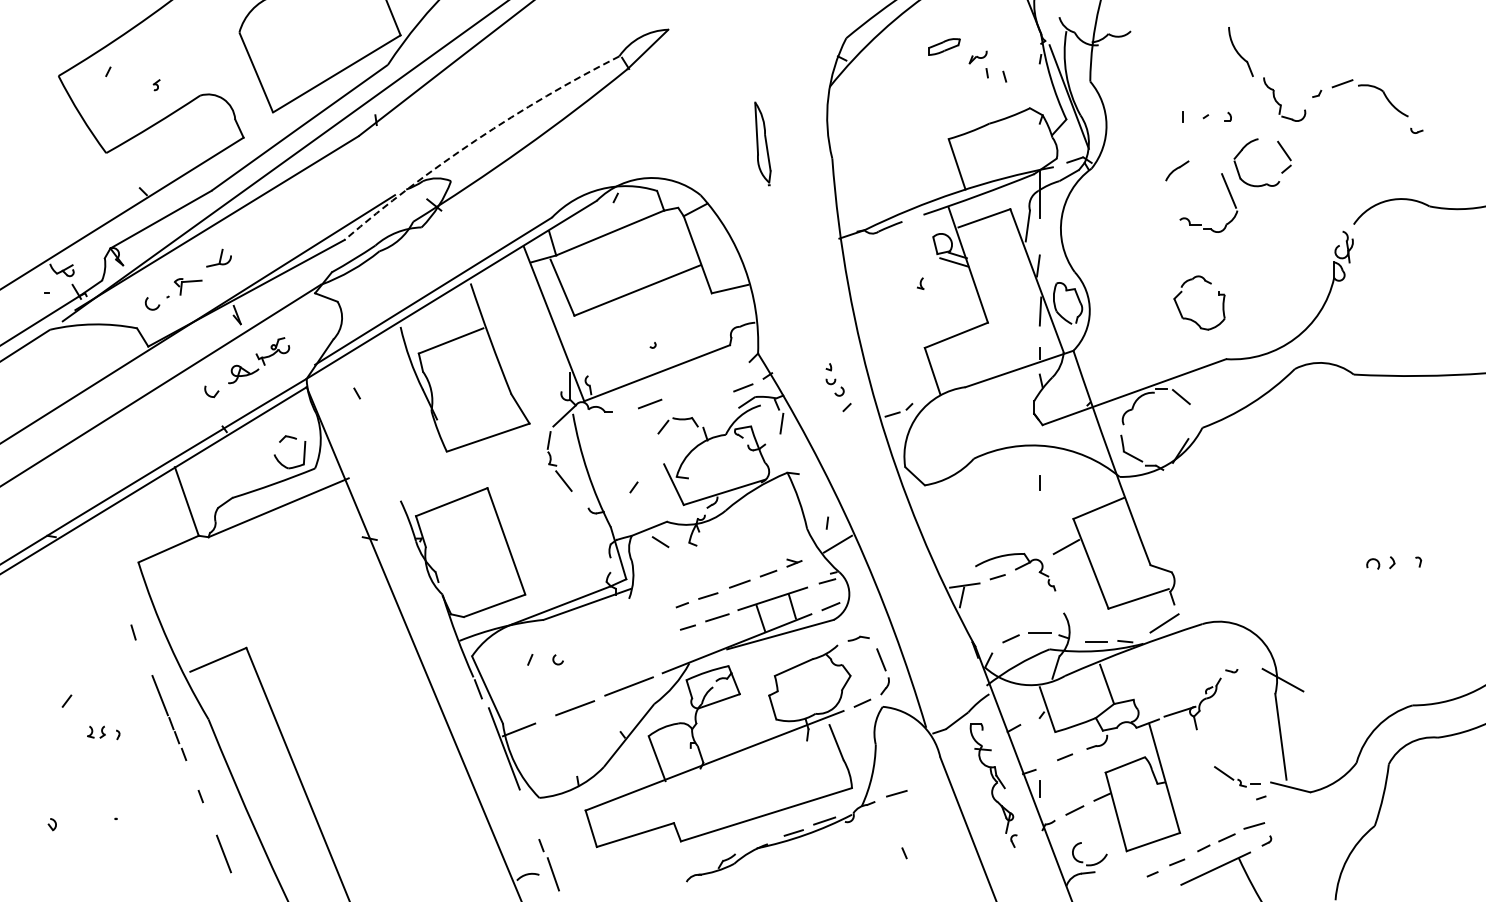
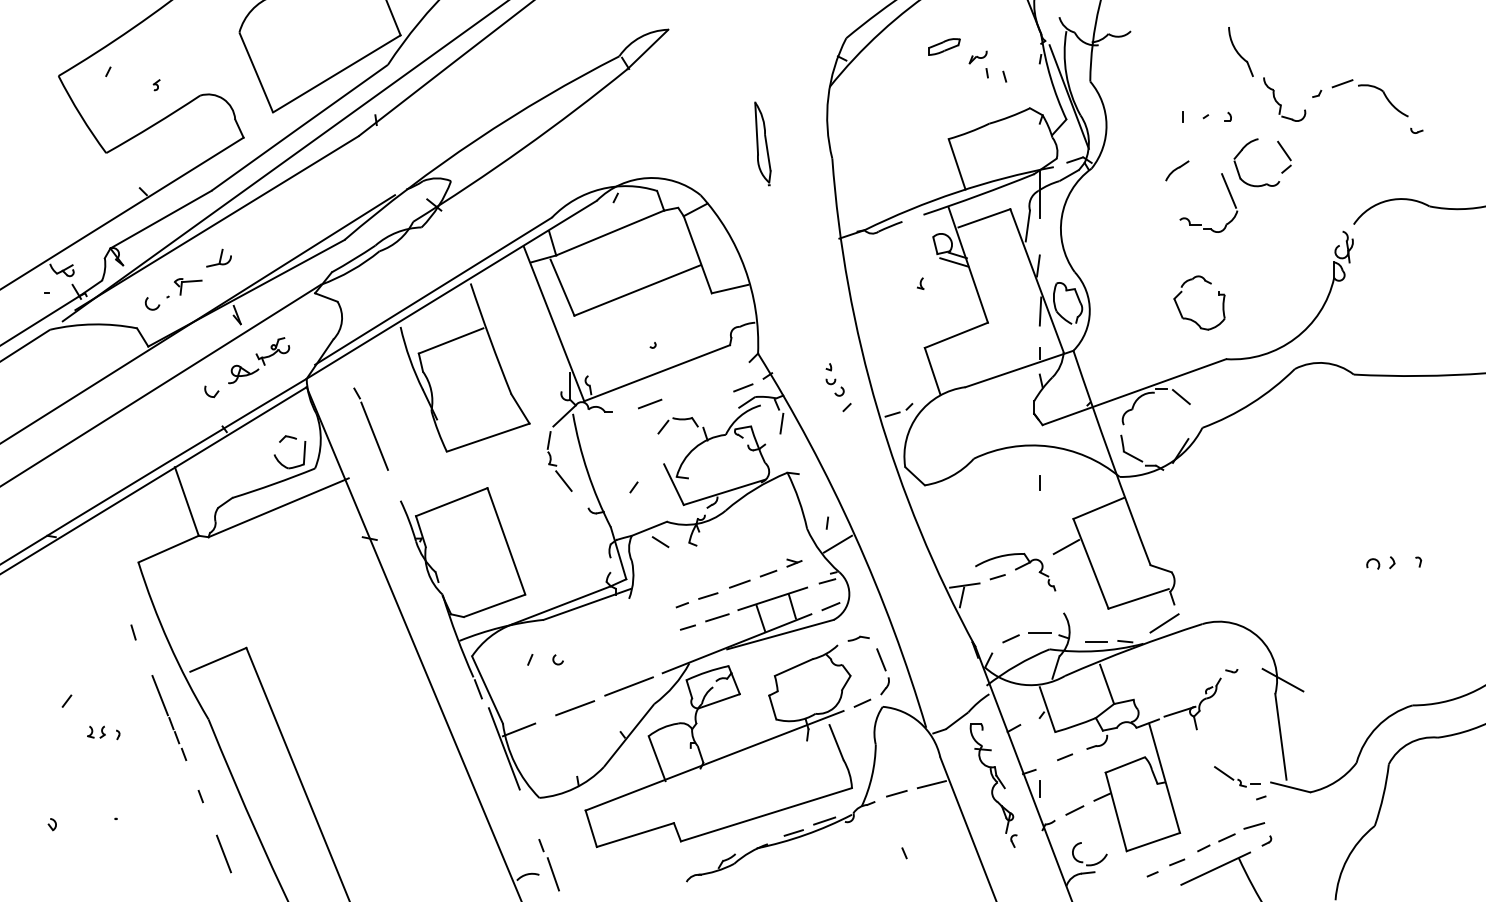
arc at (476, 140): dashed -> solid
line at (374, 435): none -> present
line at (931, 784): none -> present
